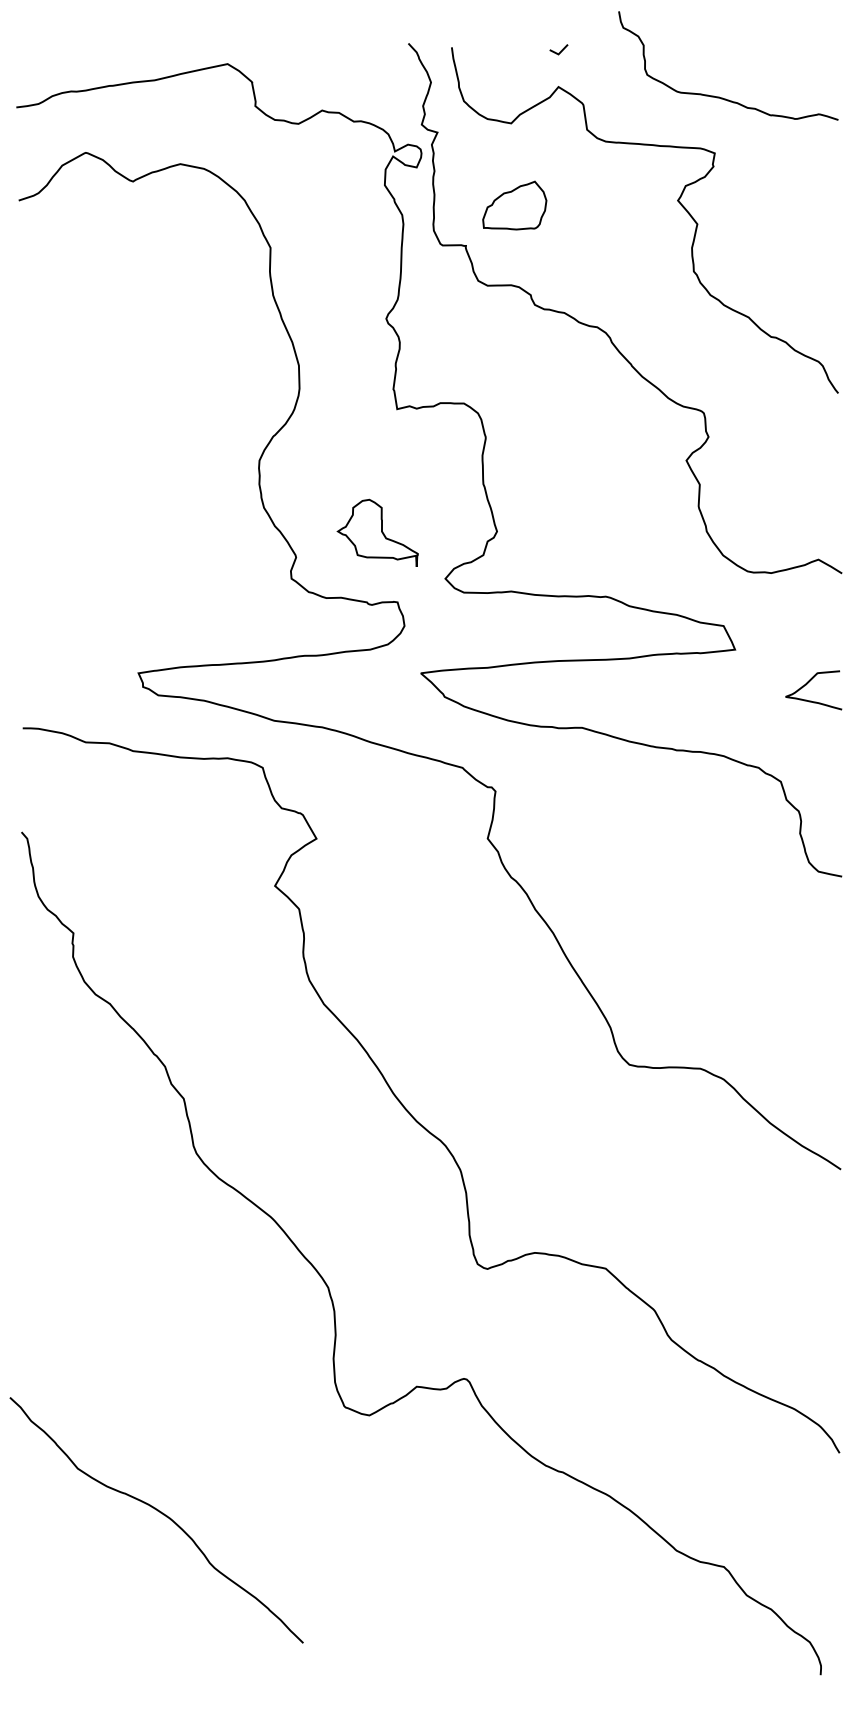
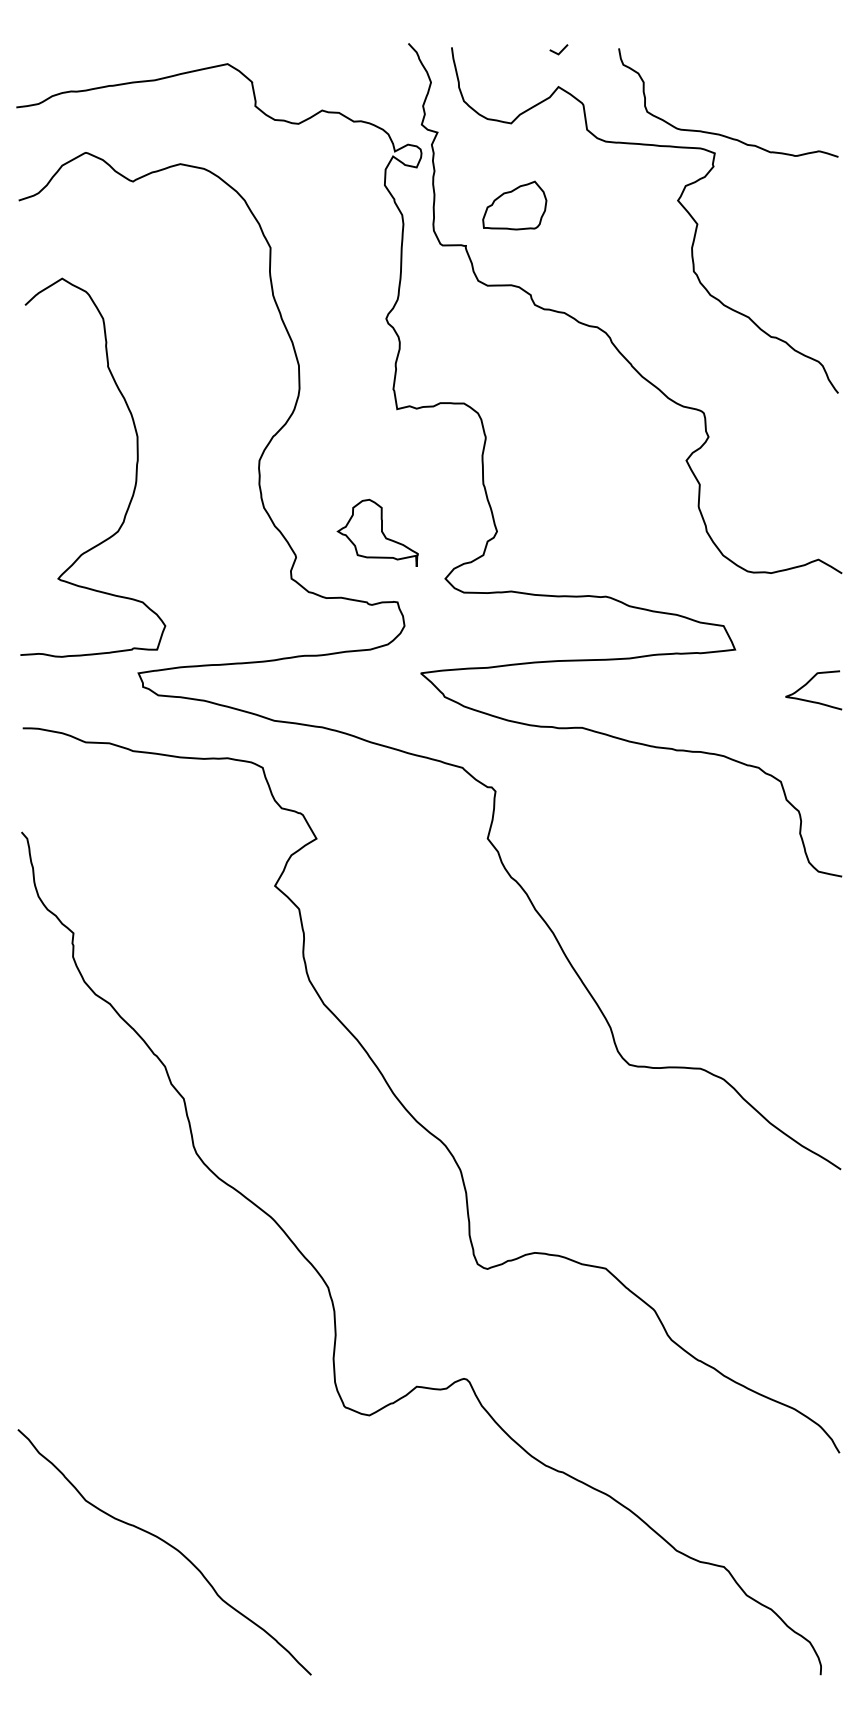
curve at (719, 96) position: (719, 96) -> (719, 133)
curve at (135, 470): none -> present
curve at (160, 1513) position: (160, 1513) -> (168, 1545)
